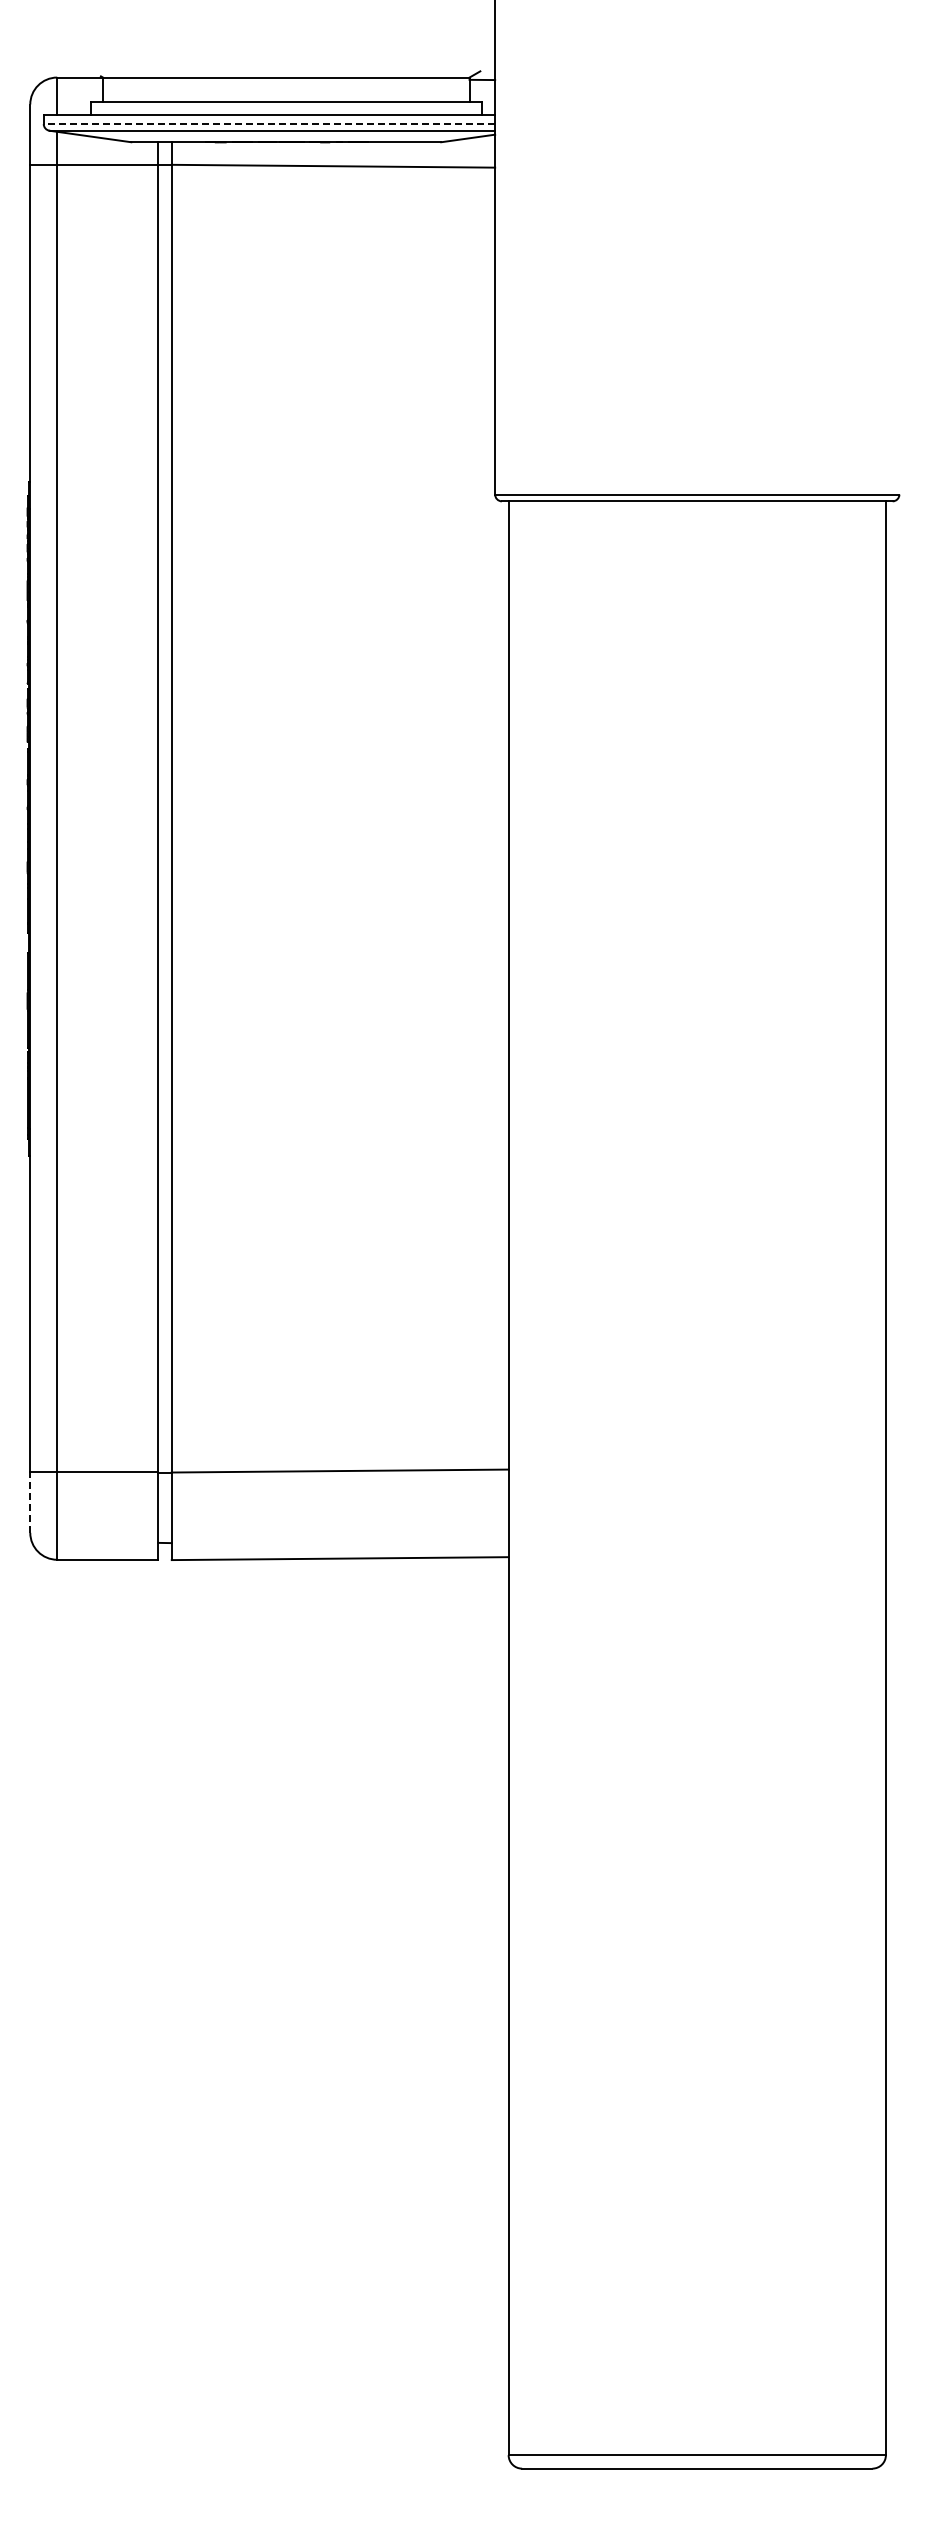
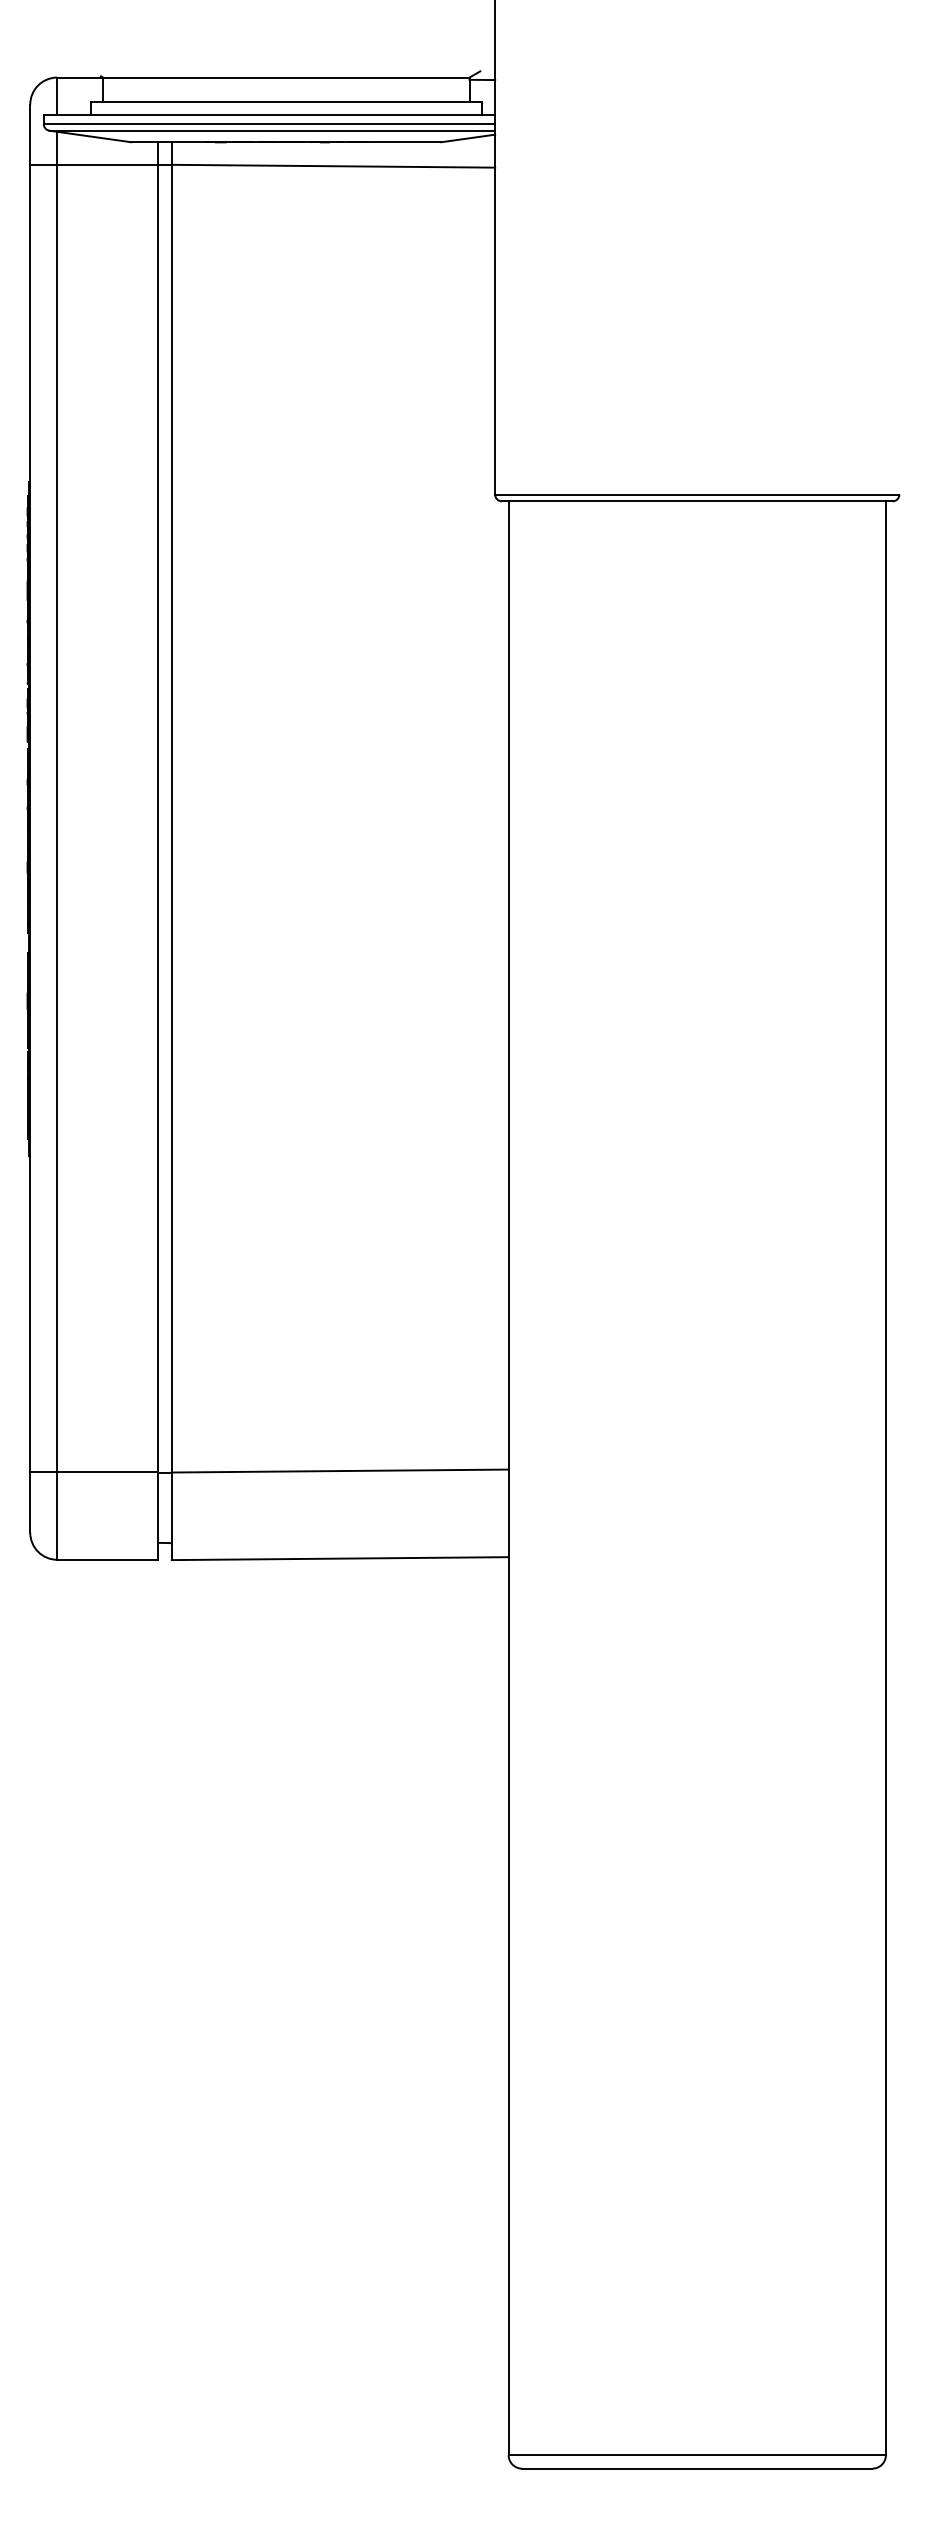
line at (269, 124): dashed -> solid
line at (30, 1502): dashed -> solid
